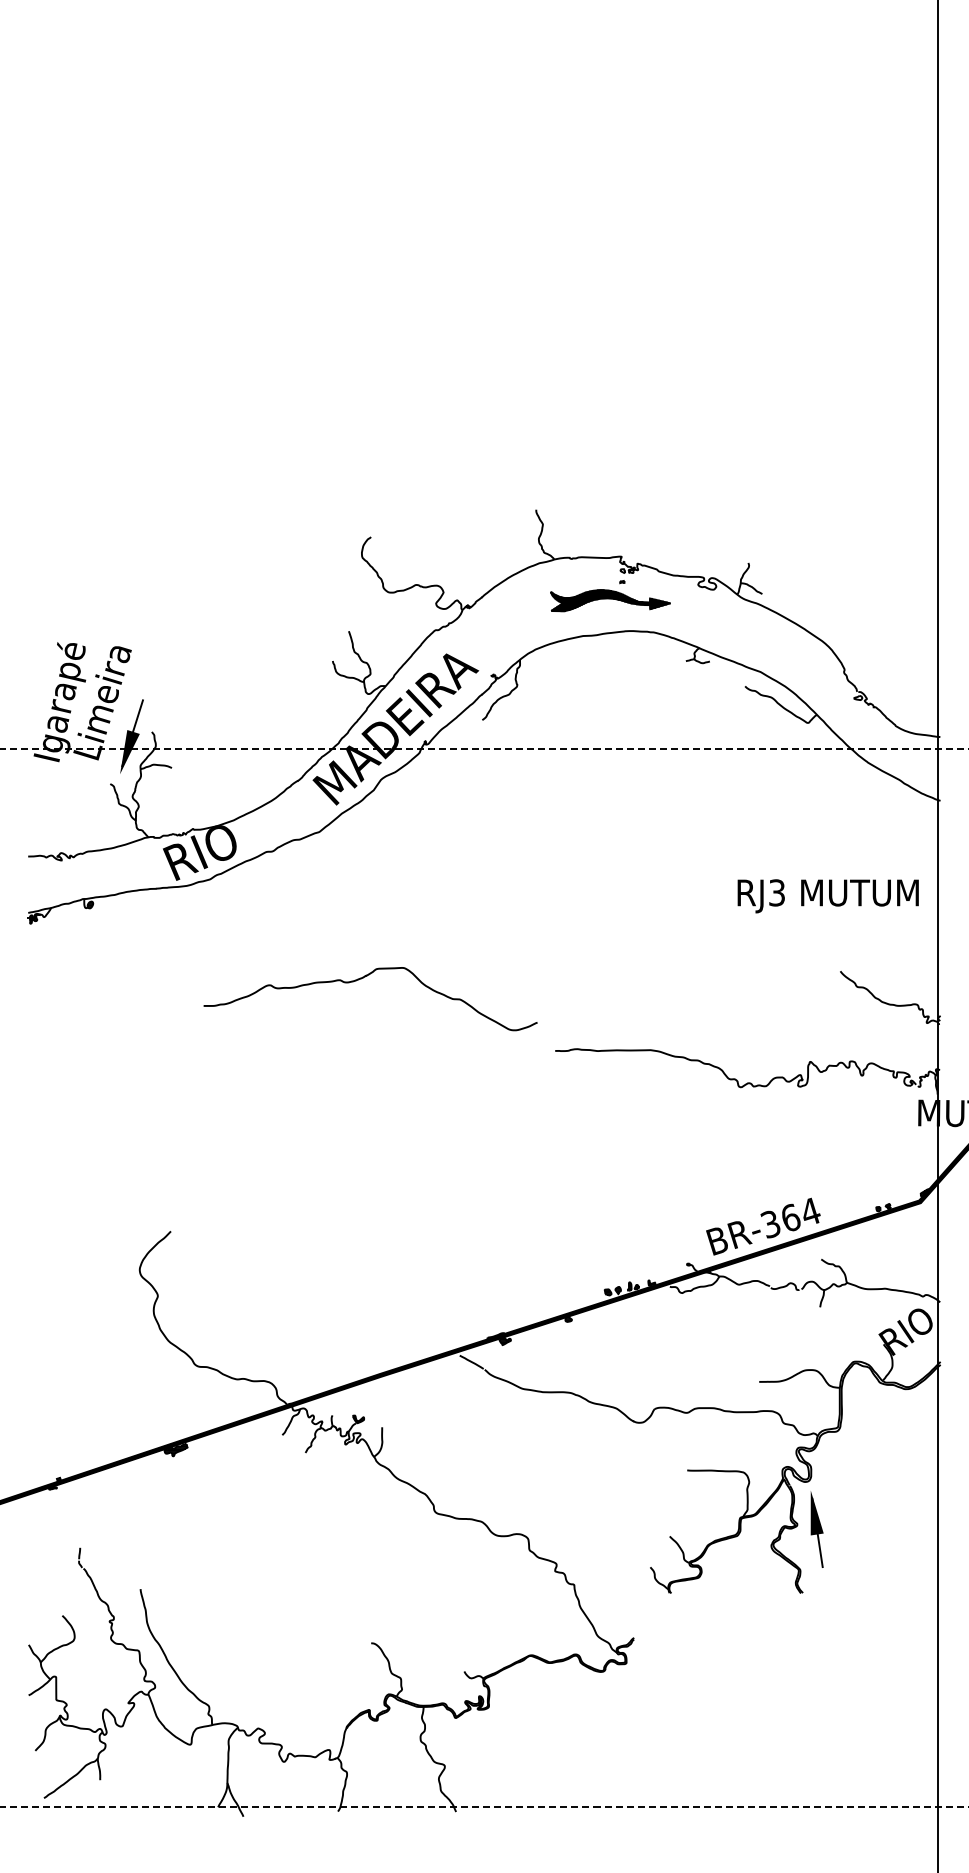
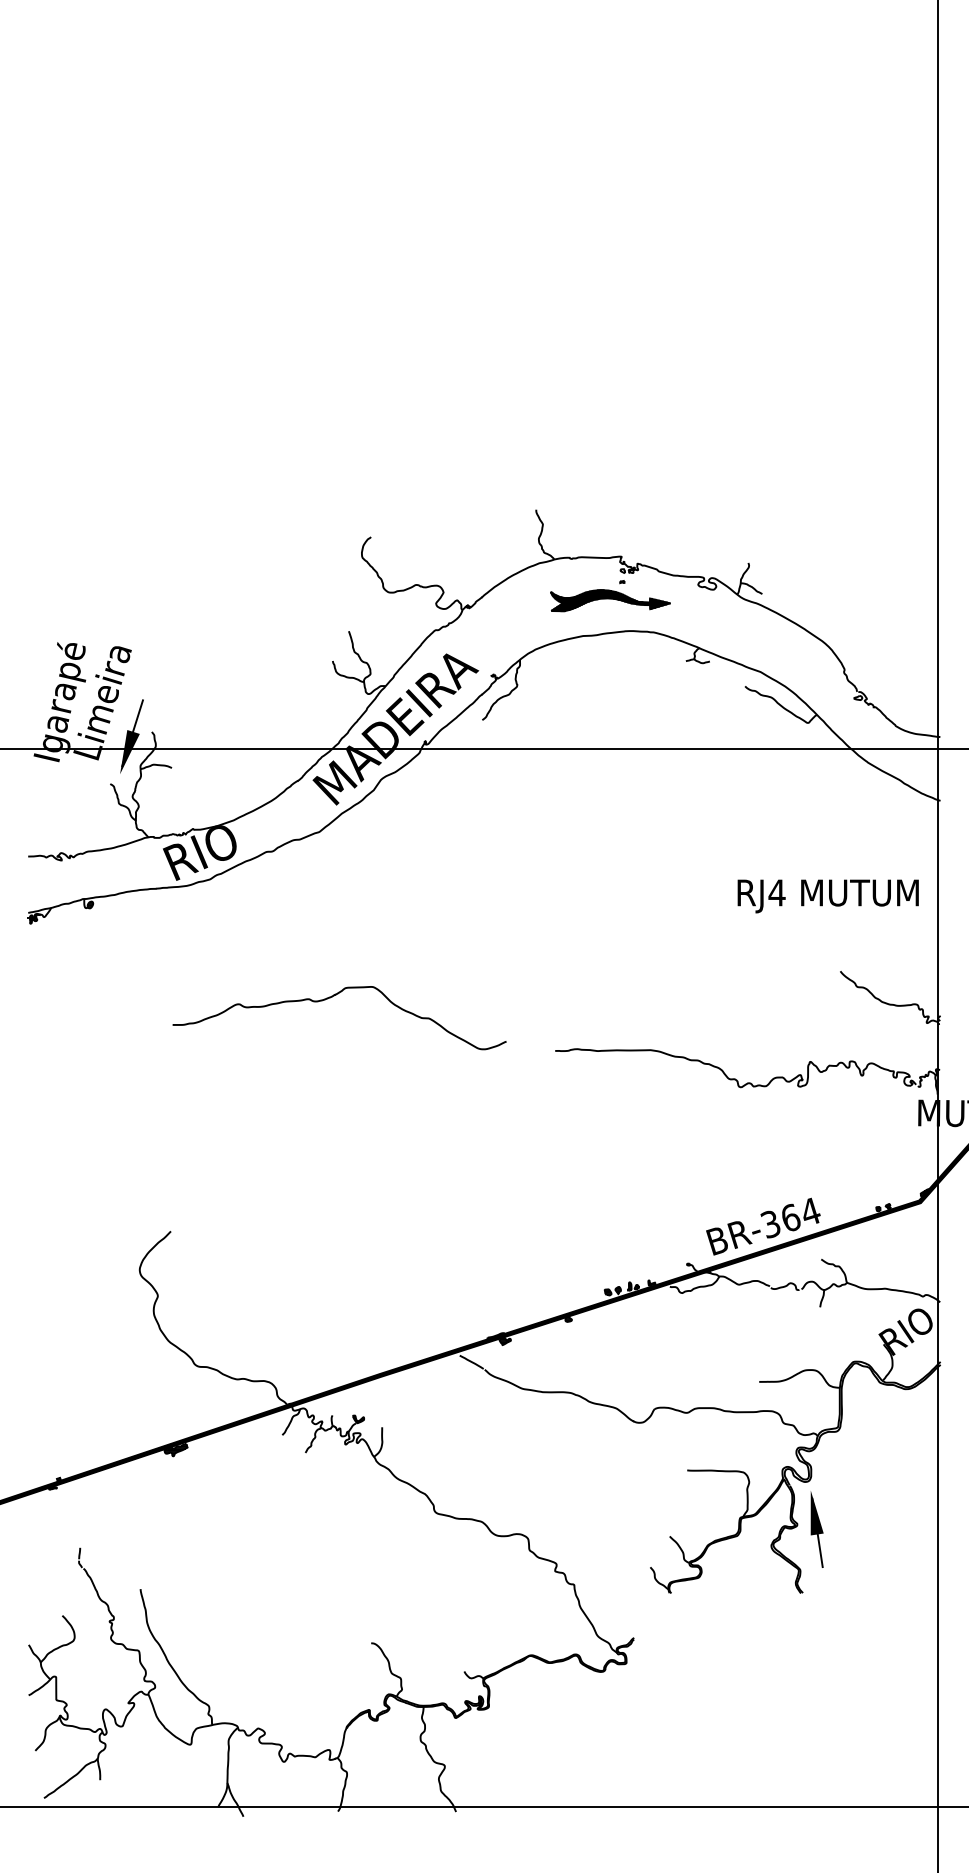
line at (484, 748): dashed -> solid
text at (776, 892): RJ3 -> RJ4
part at (361, 979) position: (361, 979) -> (330, 998)
line at (484, 1807): dashed -> solid
